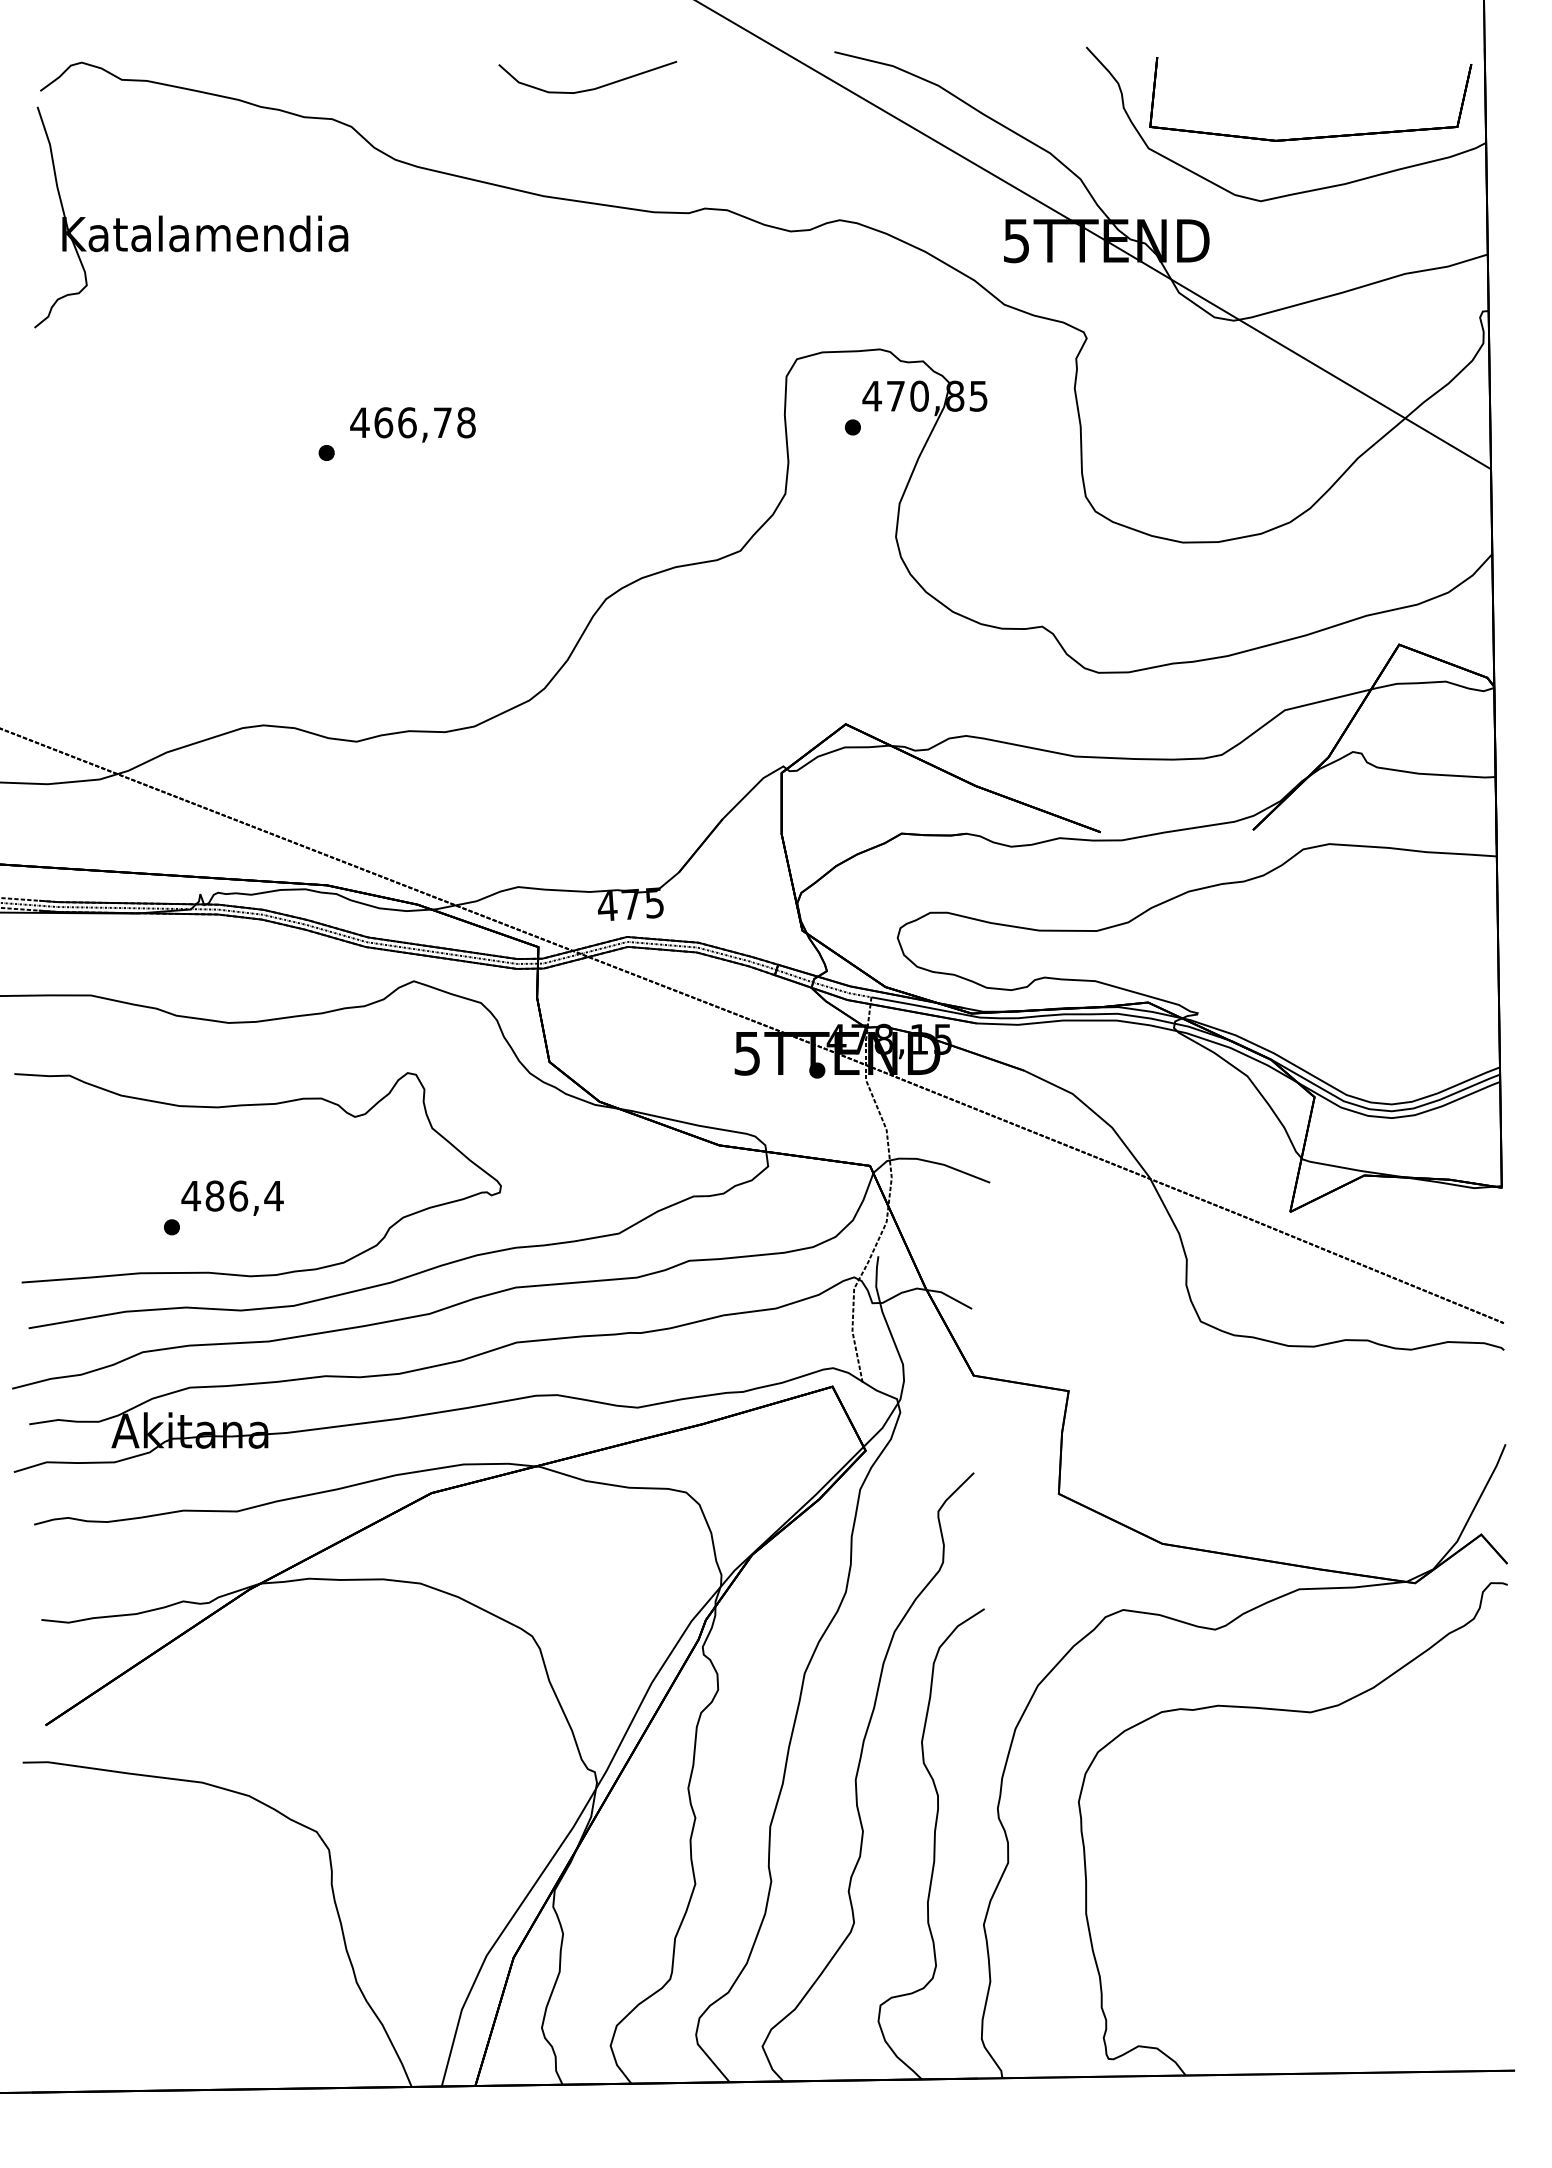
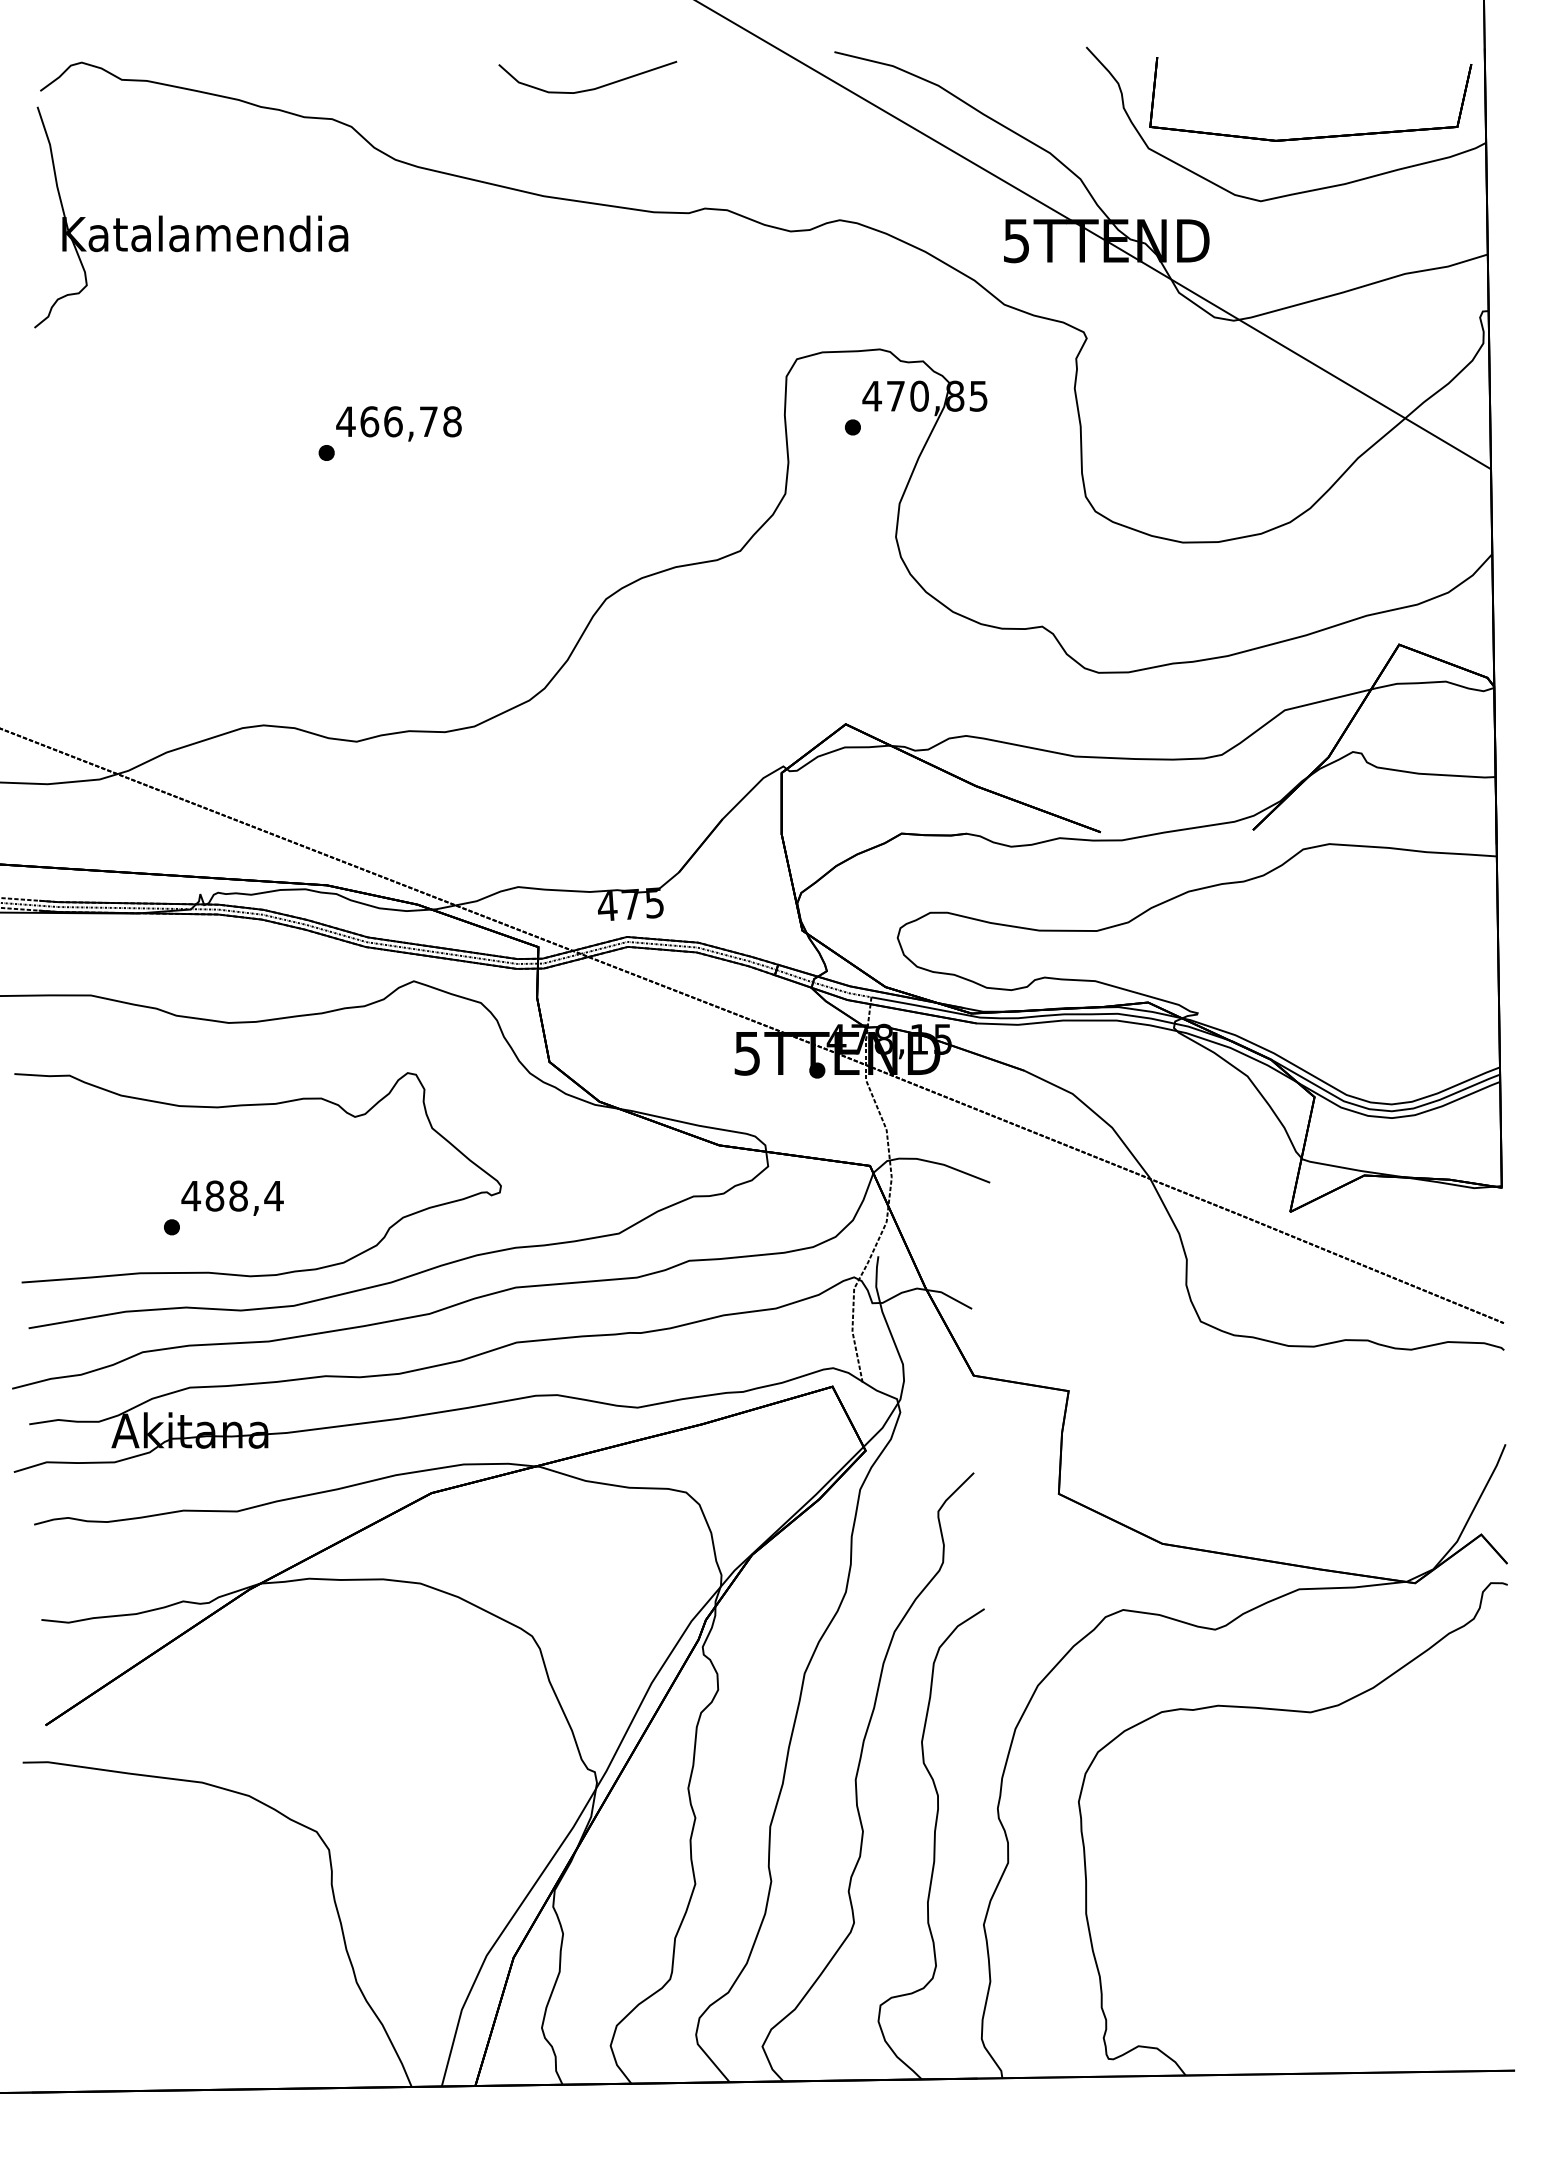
text at (412, 424) position: (412, 424) -> (398, 423)
text at (238, 1195): 486,4 -> 488,4
